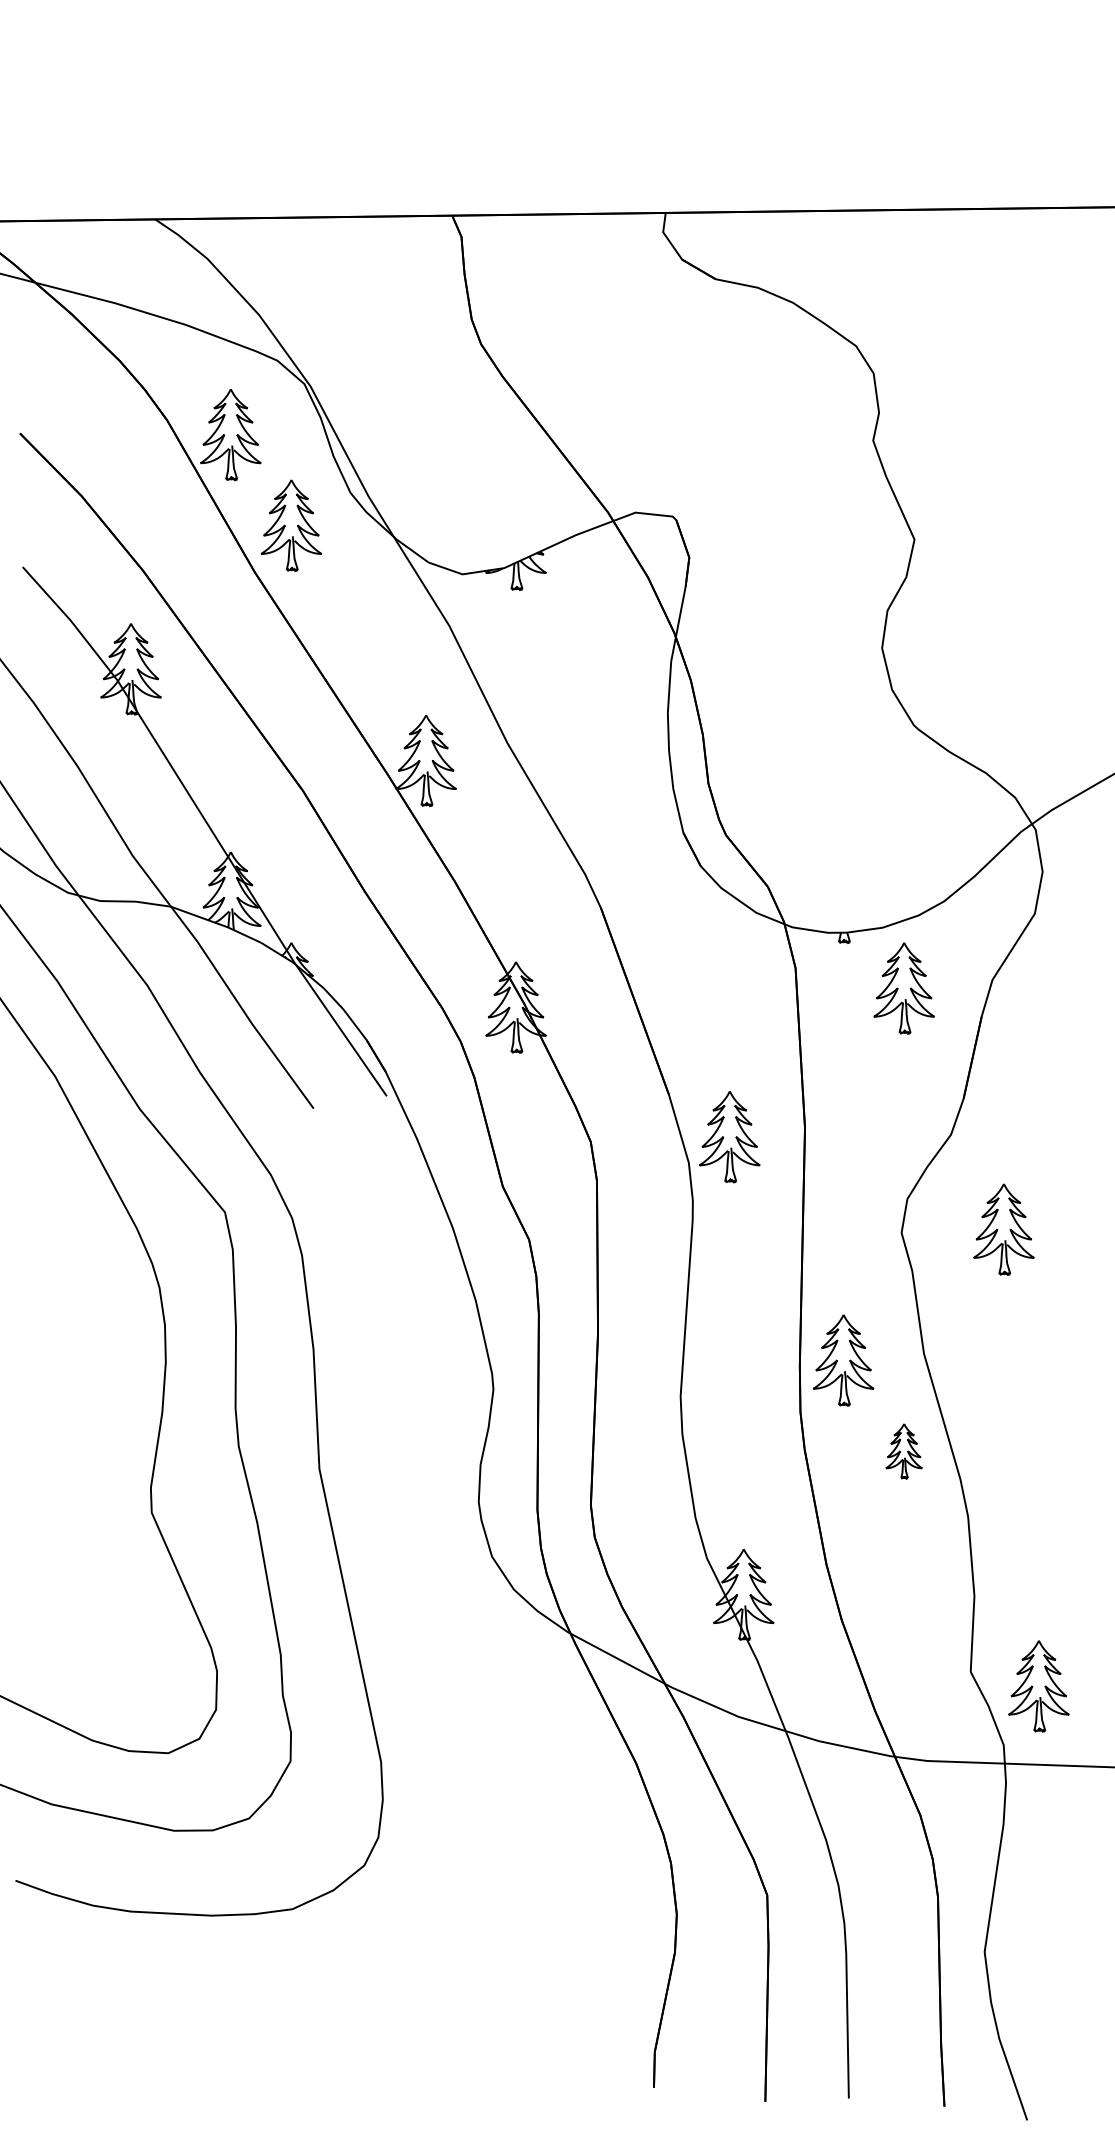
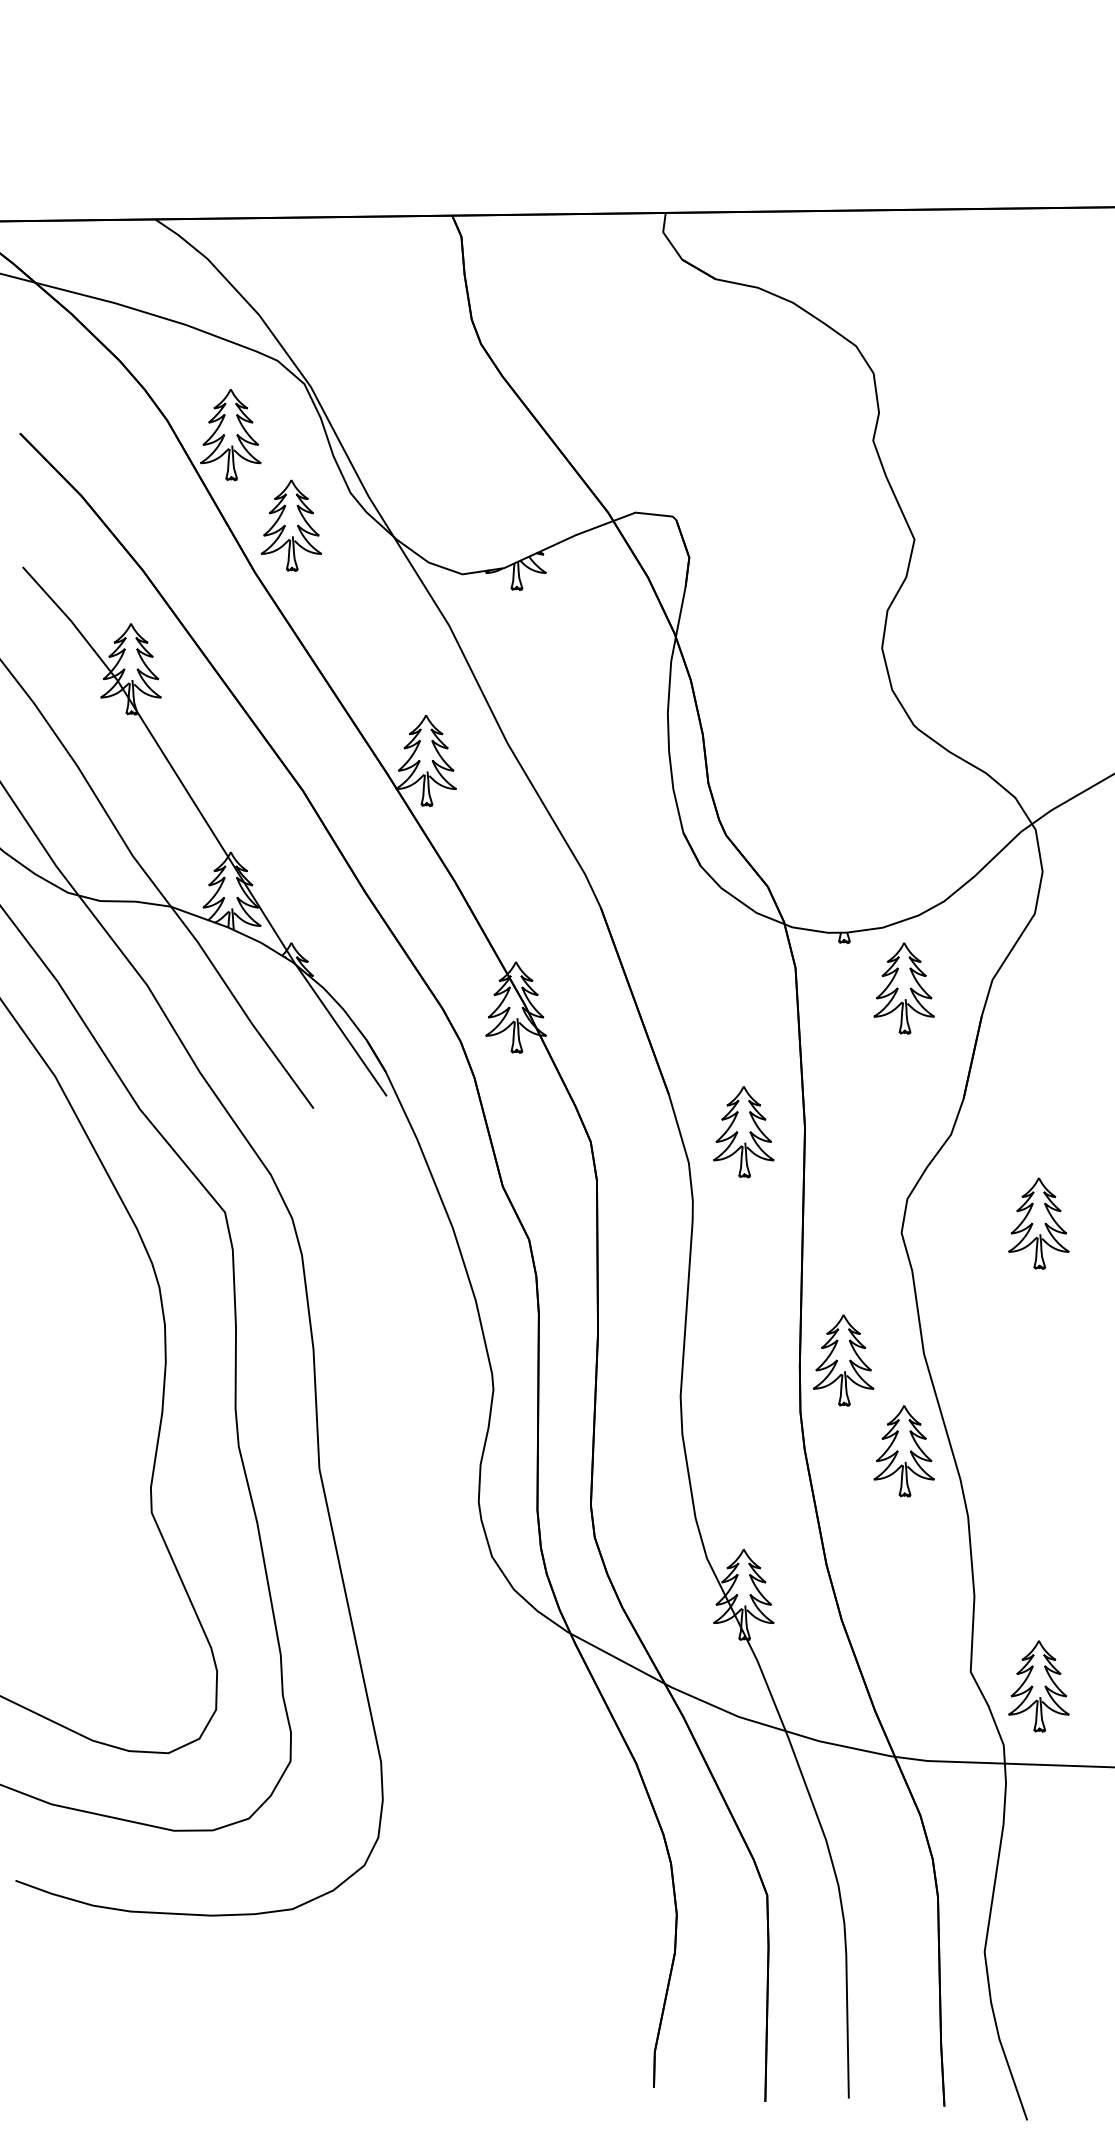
part at (729, 1137) position: (729, 1137) -> (743, 1132)
part at (1003, 1229) position: (1003, 1229) -> (1038, 1223)
part at (903, 1451) size: 38x57 px -> 62x93 px
